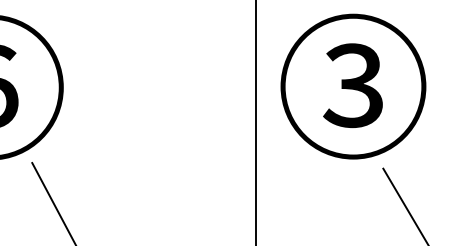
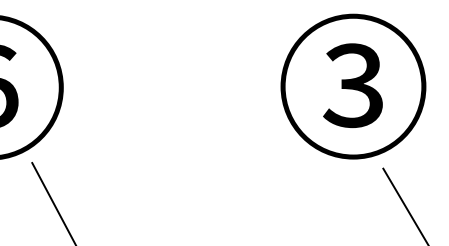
line at (256, 122): present -> none
